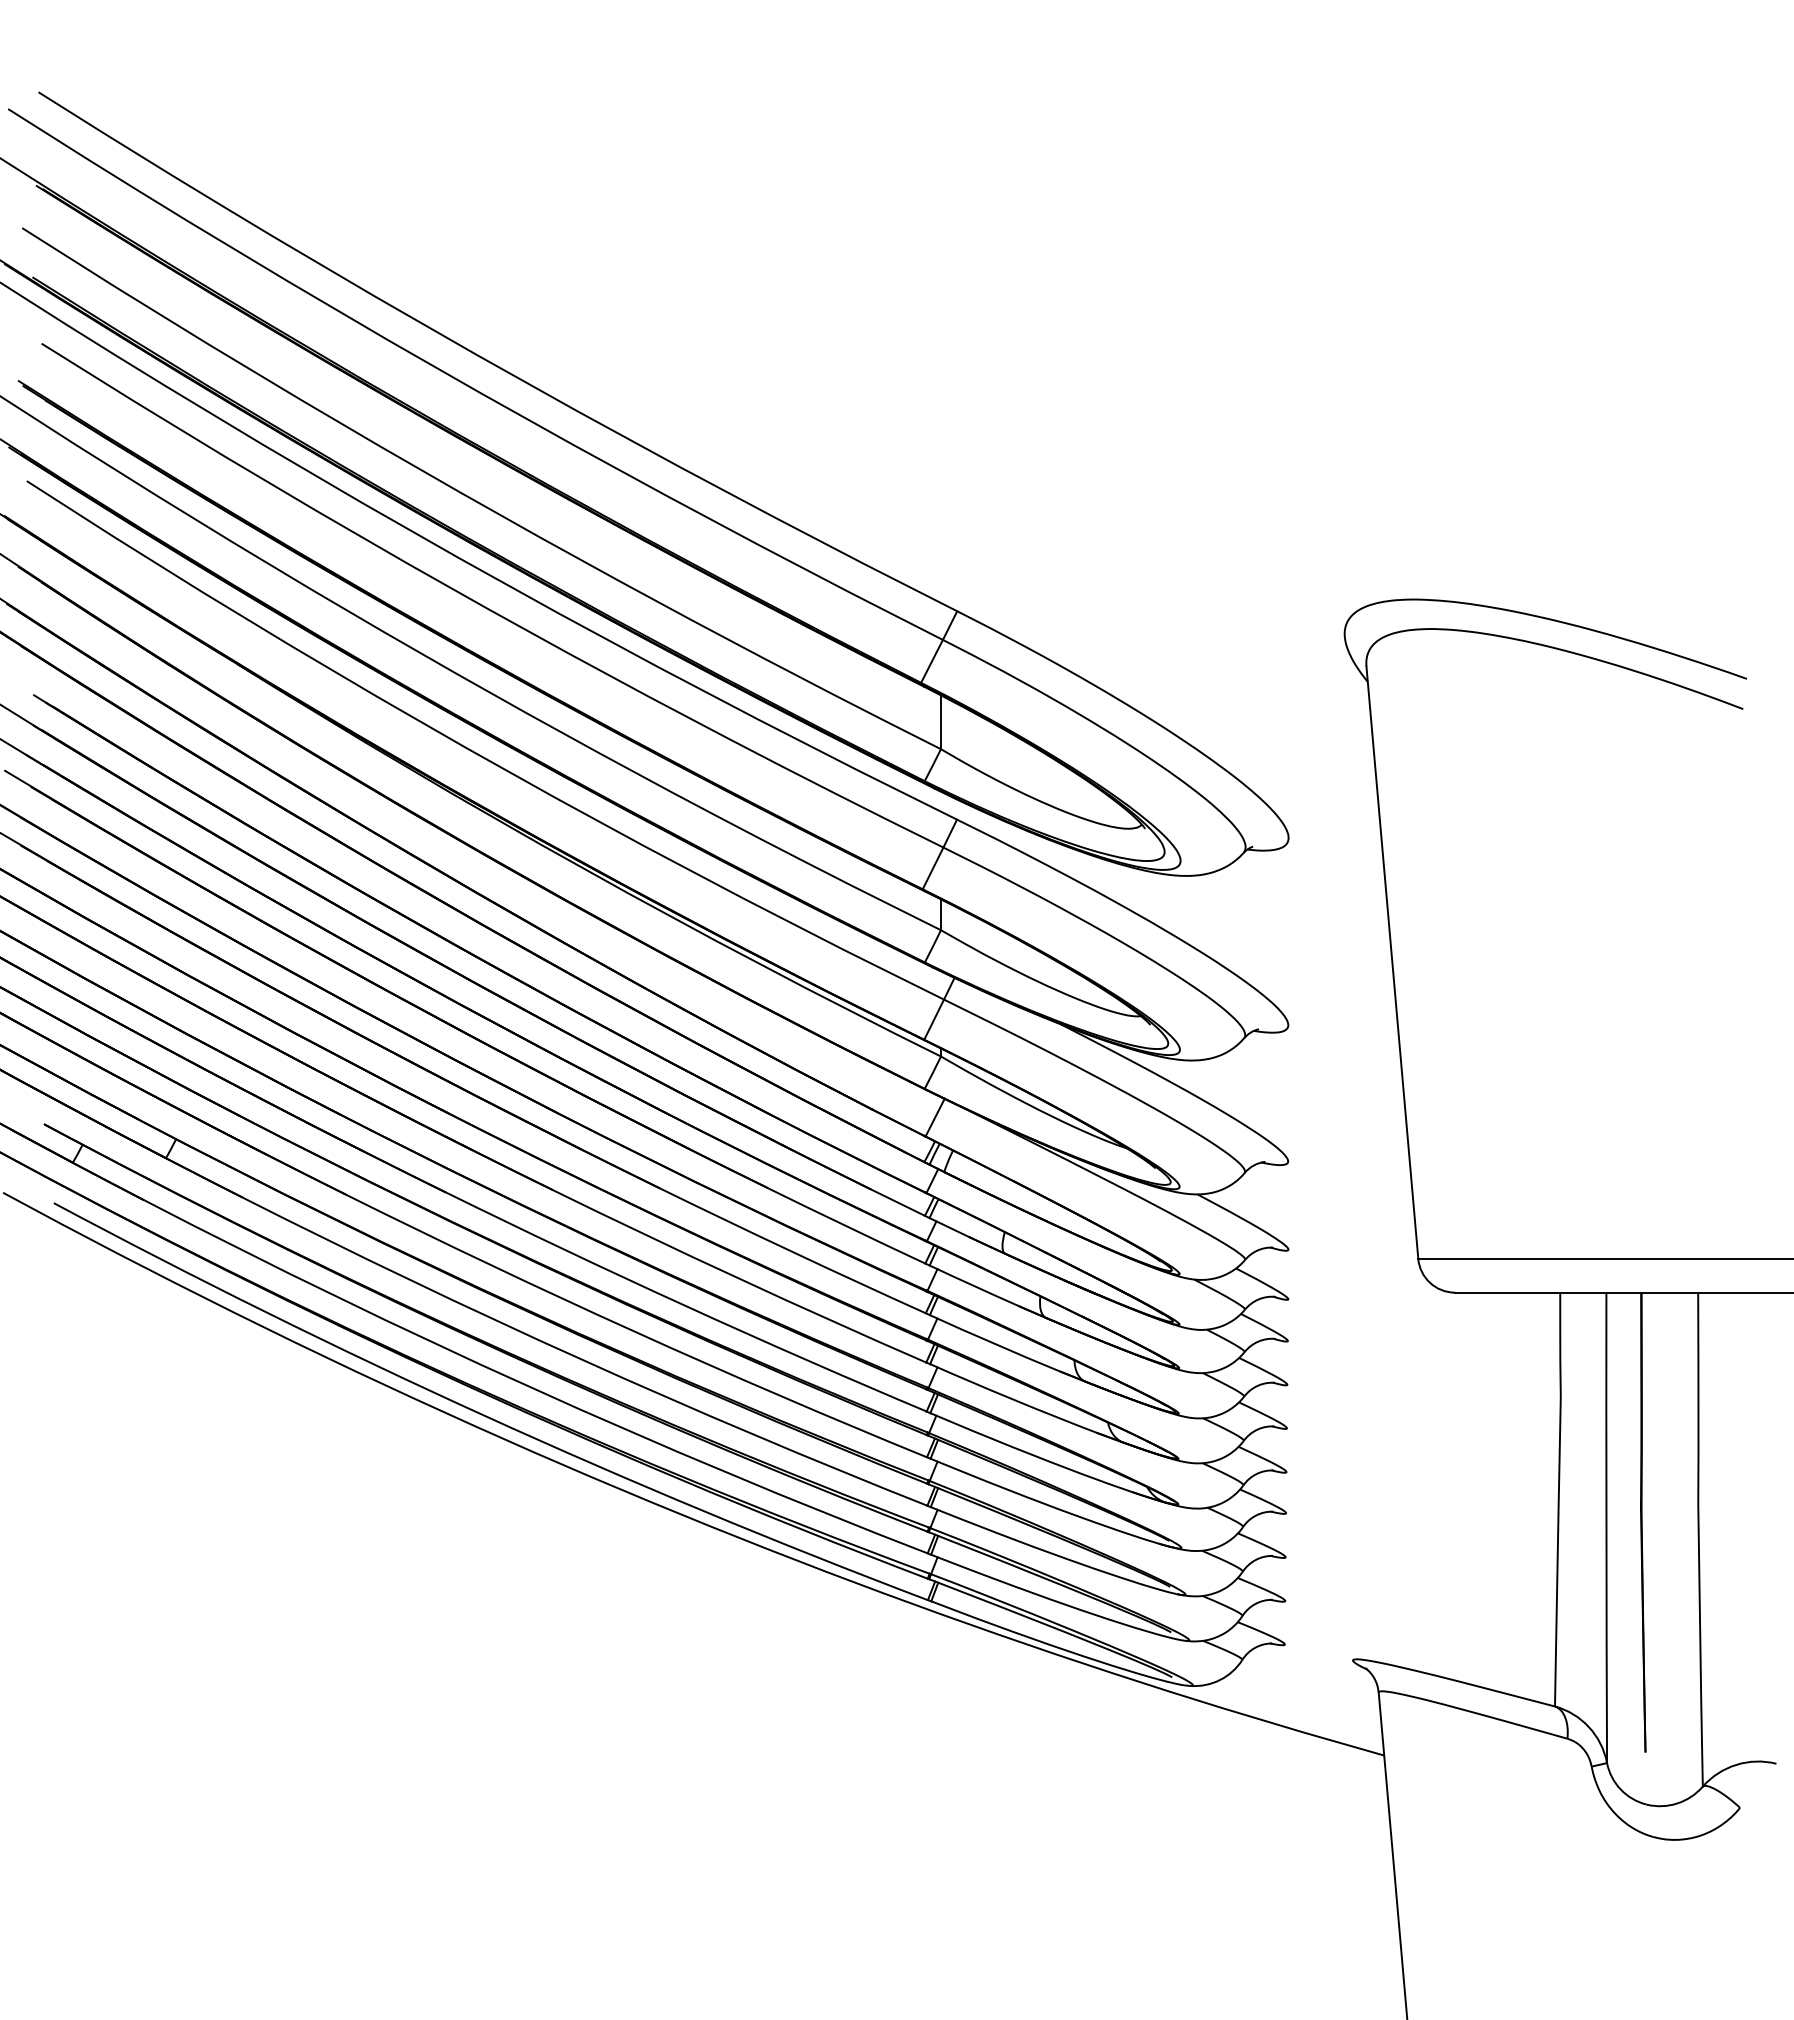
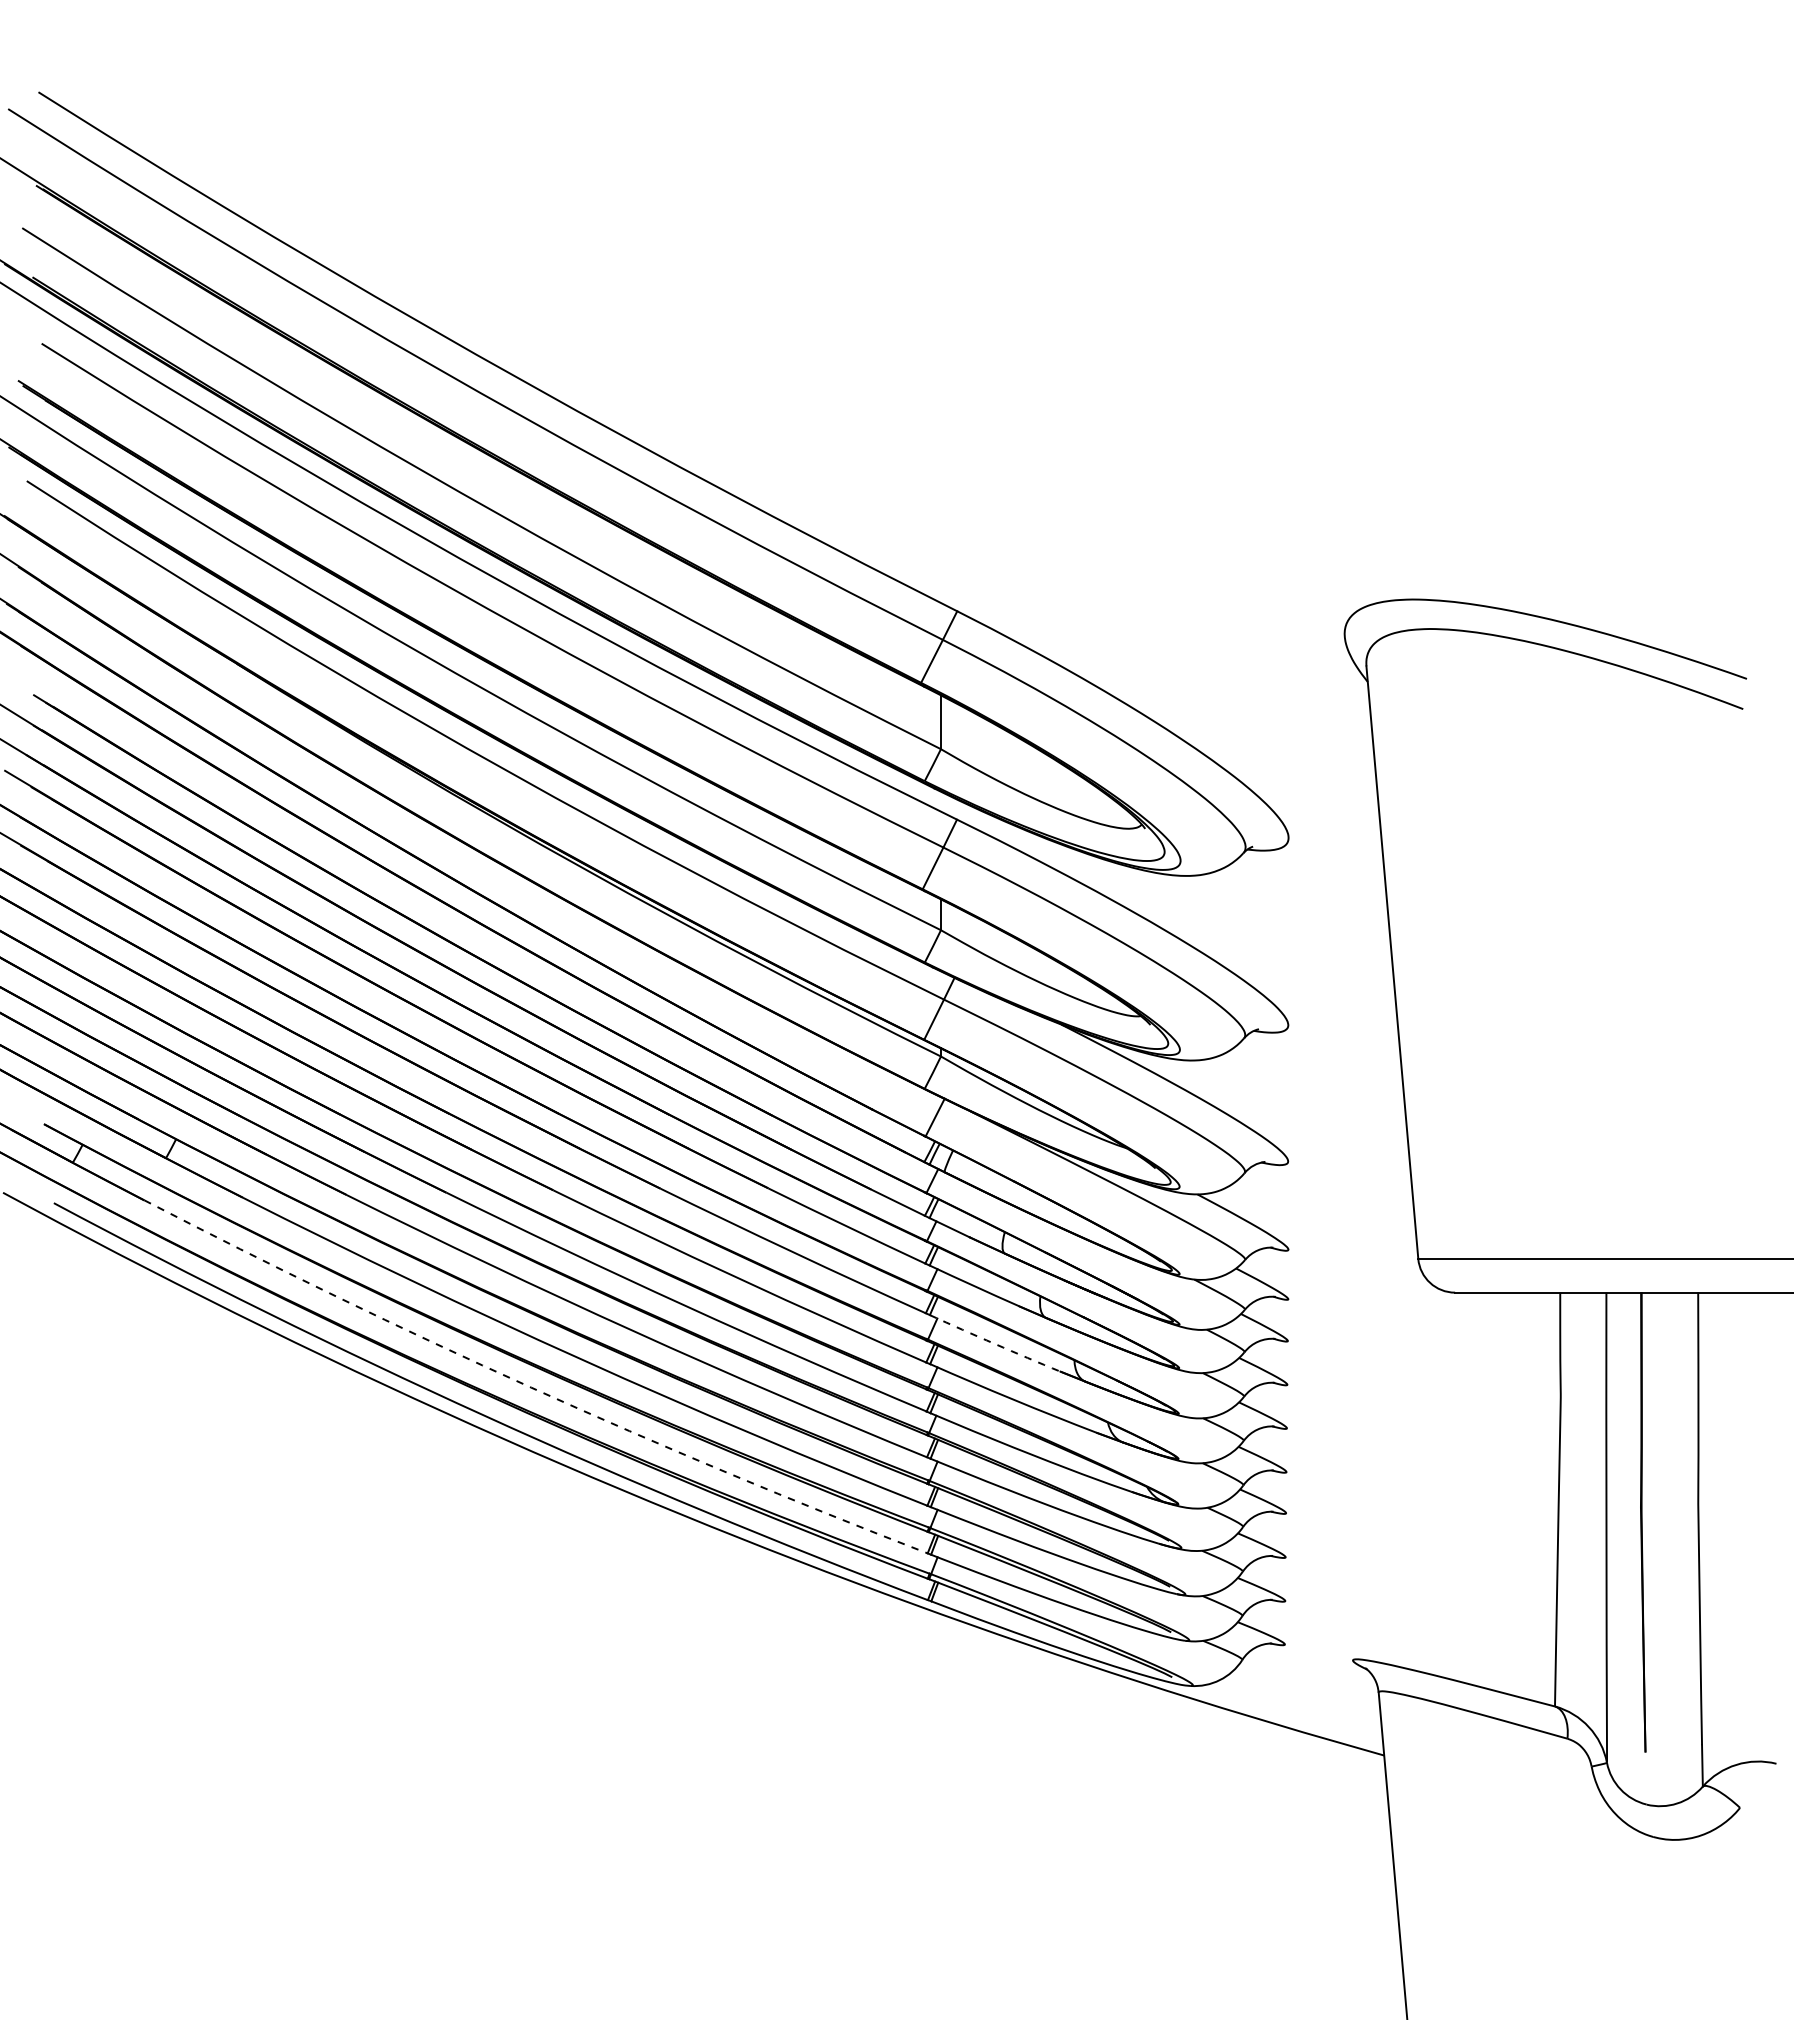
arc at (994, 1343): solid -> dashed
arc at (531, 1387): solid -> dashed
